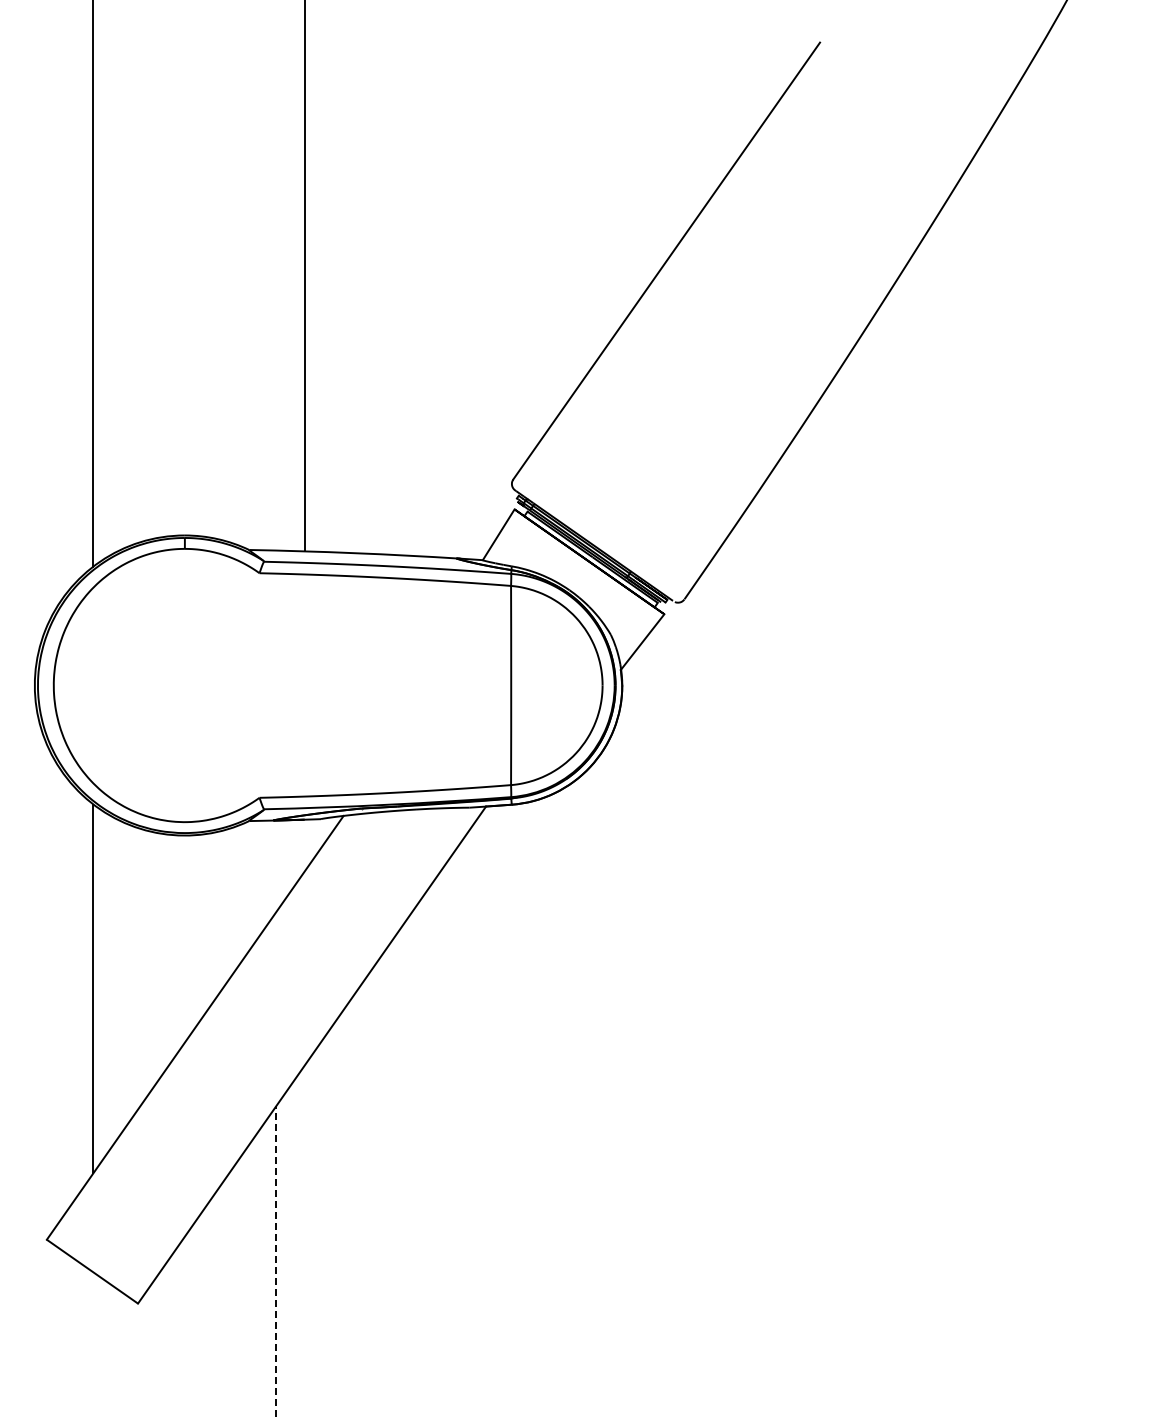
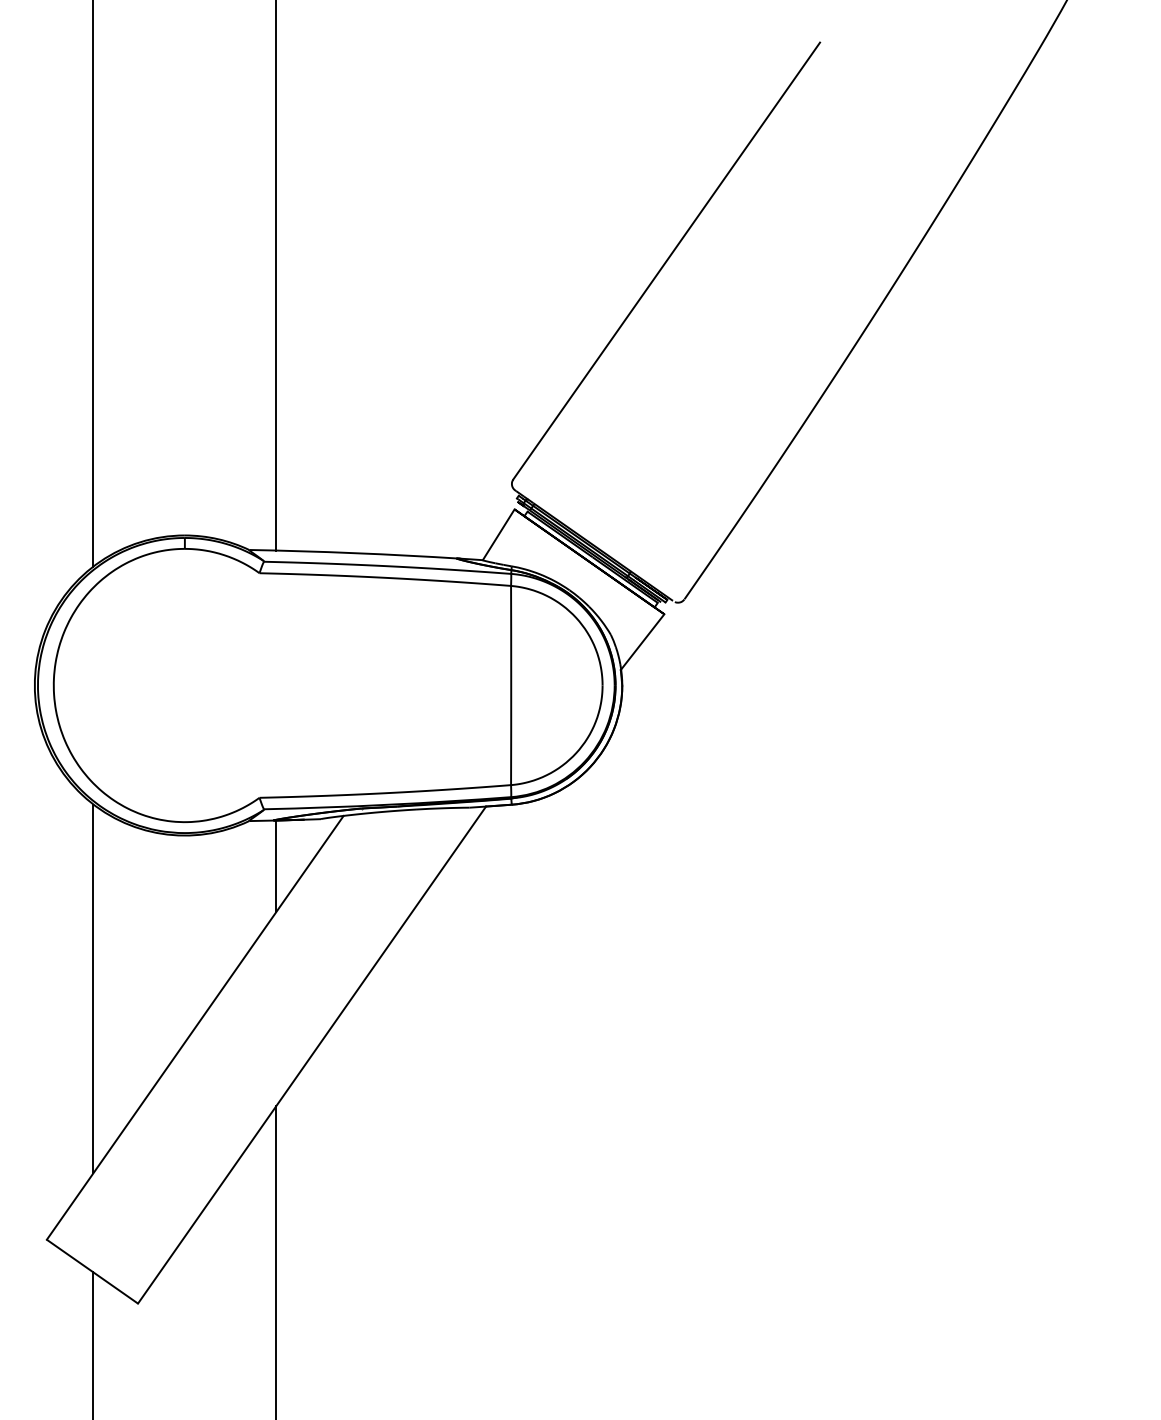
line at (305, 276) position: (305, 276) -> (276, 276)
line at (276, 866): none -> present
line at (276, 1262): dashed -> solid
line at (93, 1344): none -> present
